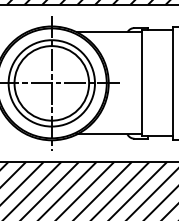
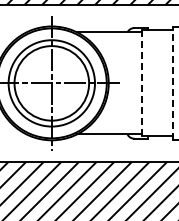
line at (172, 82): solid -> dashed
line at (142, 83): solid -> dashed
